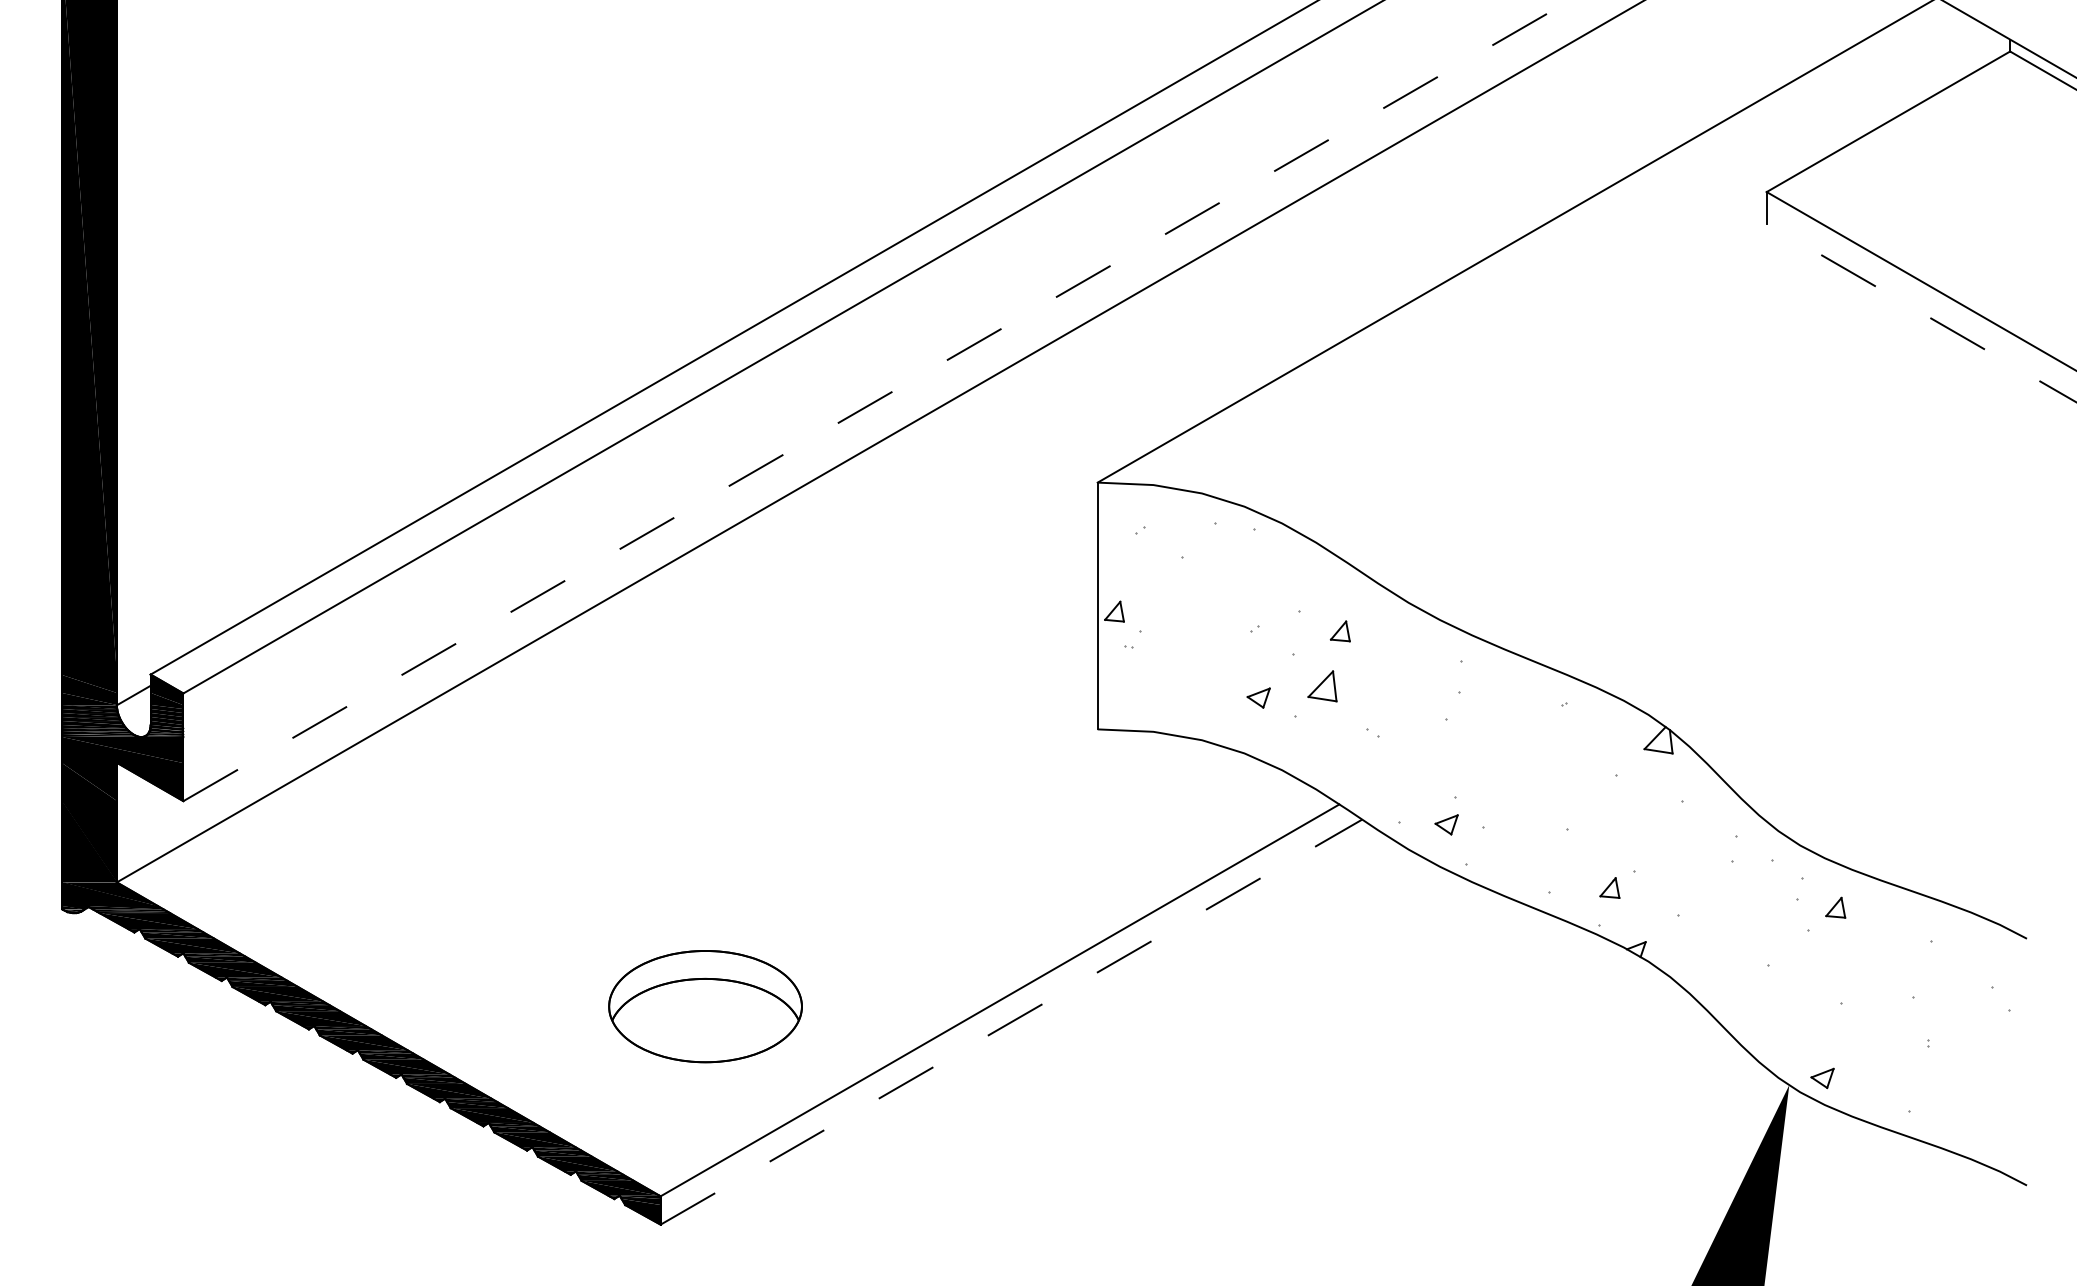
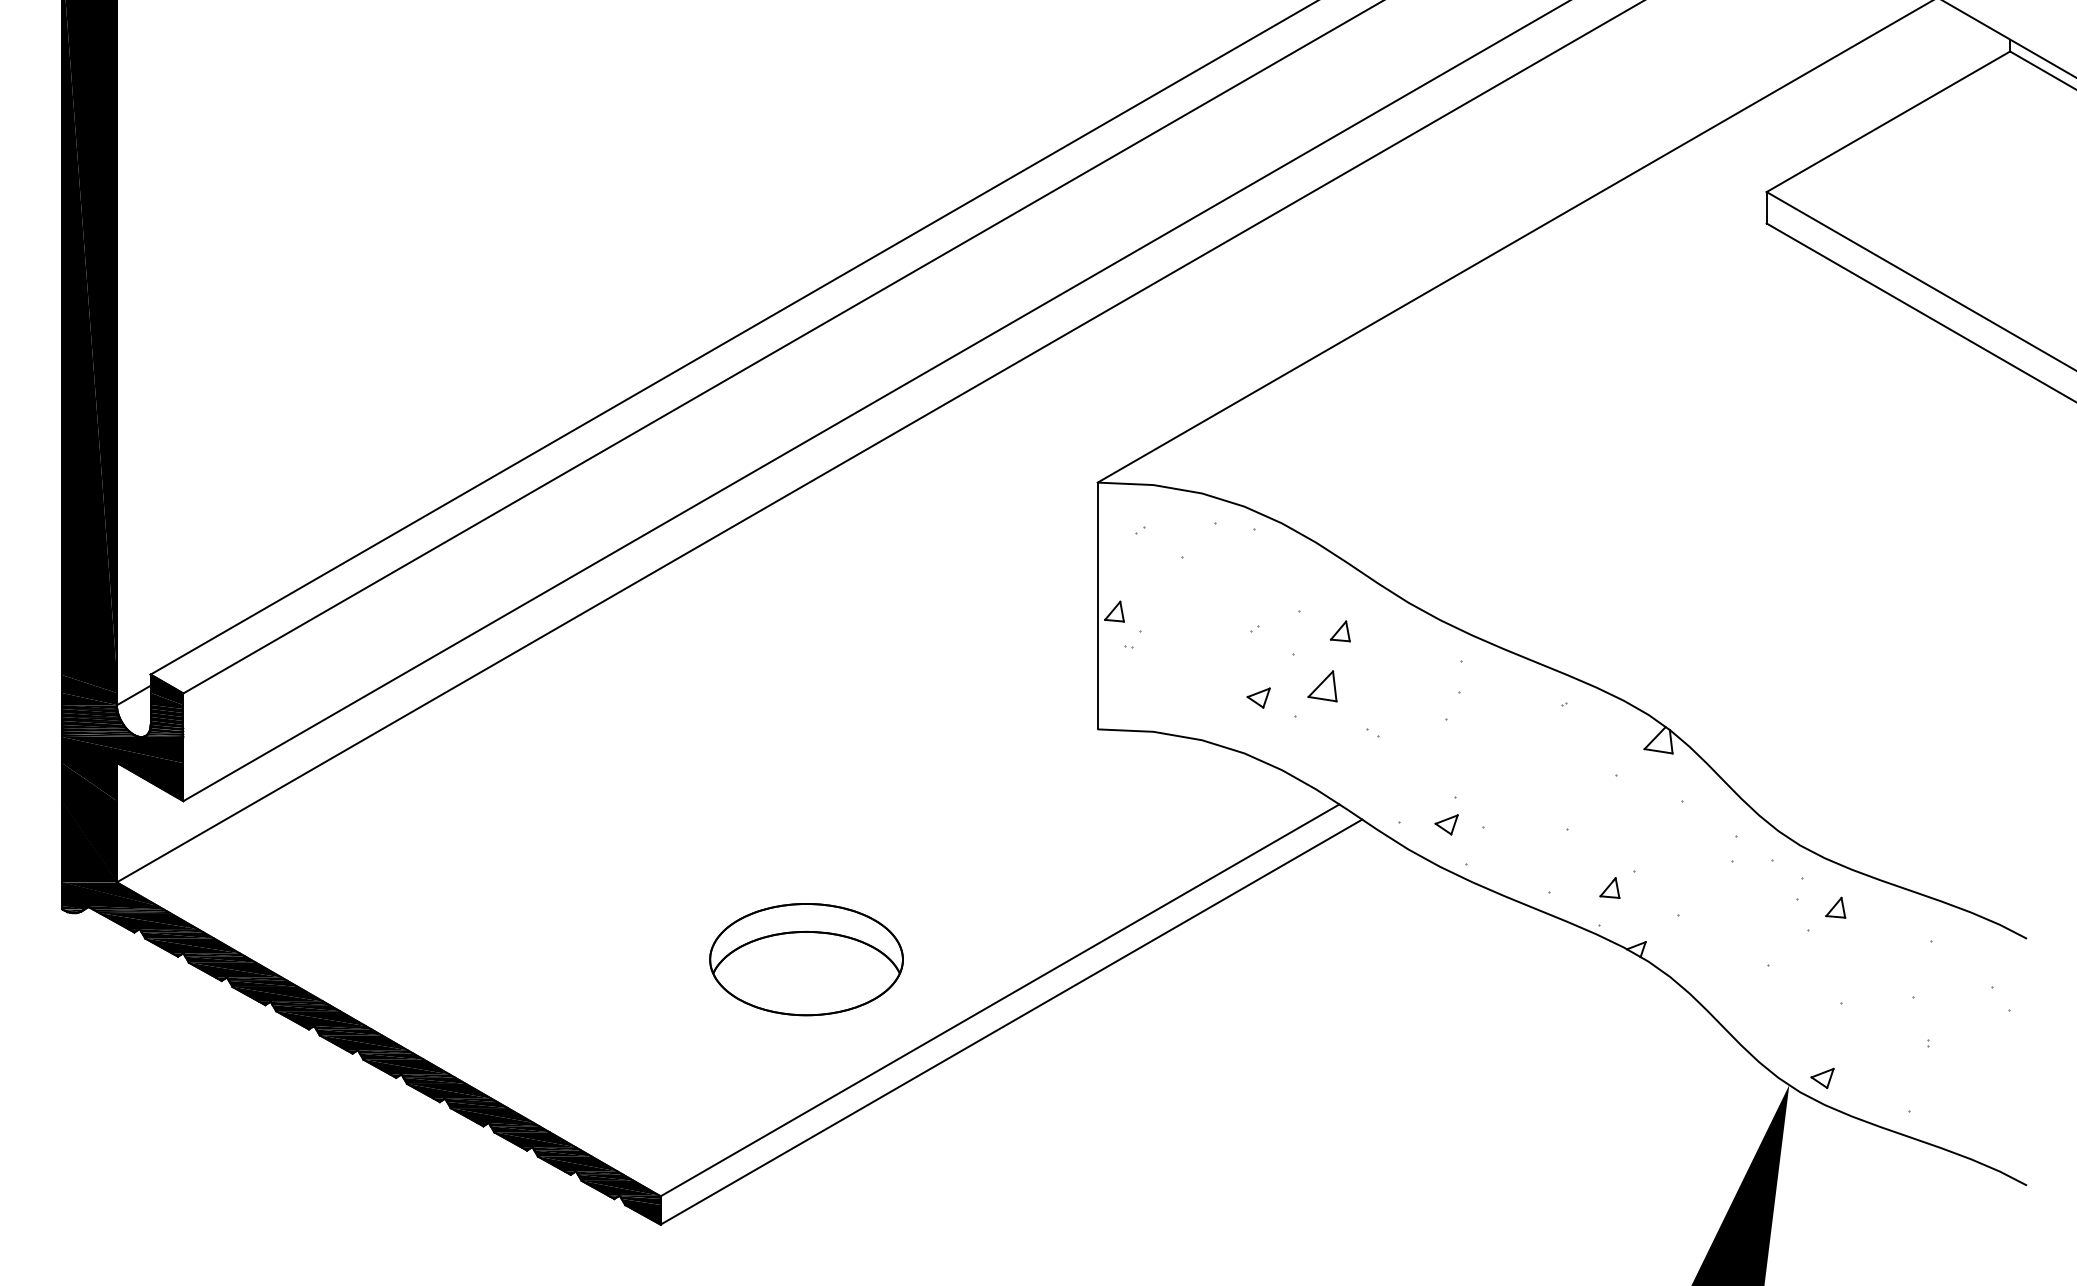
line at (1921, 313): dashed -> solid
line at (876, 400): dashed -> solid
part at (705, 1006) position: (705, 1006) -> (806, 959)
line at (1011, 1021): dashed -> solid
